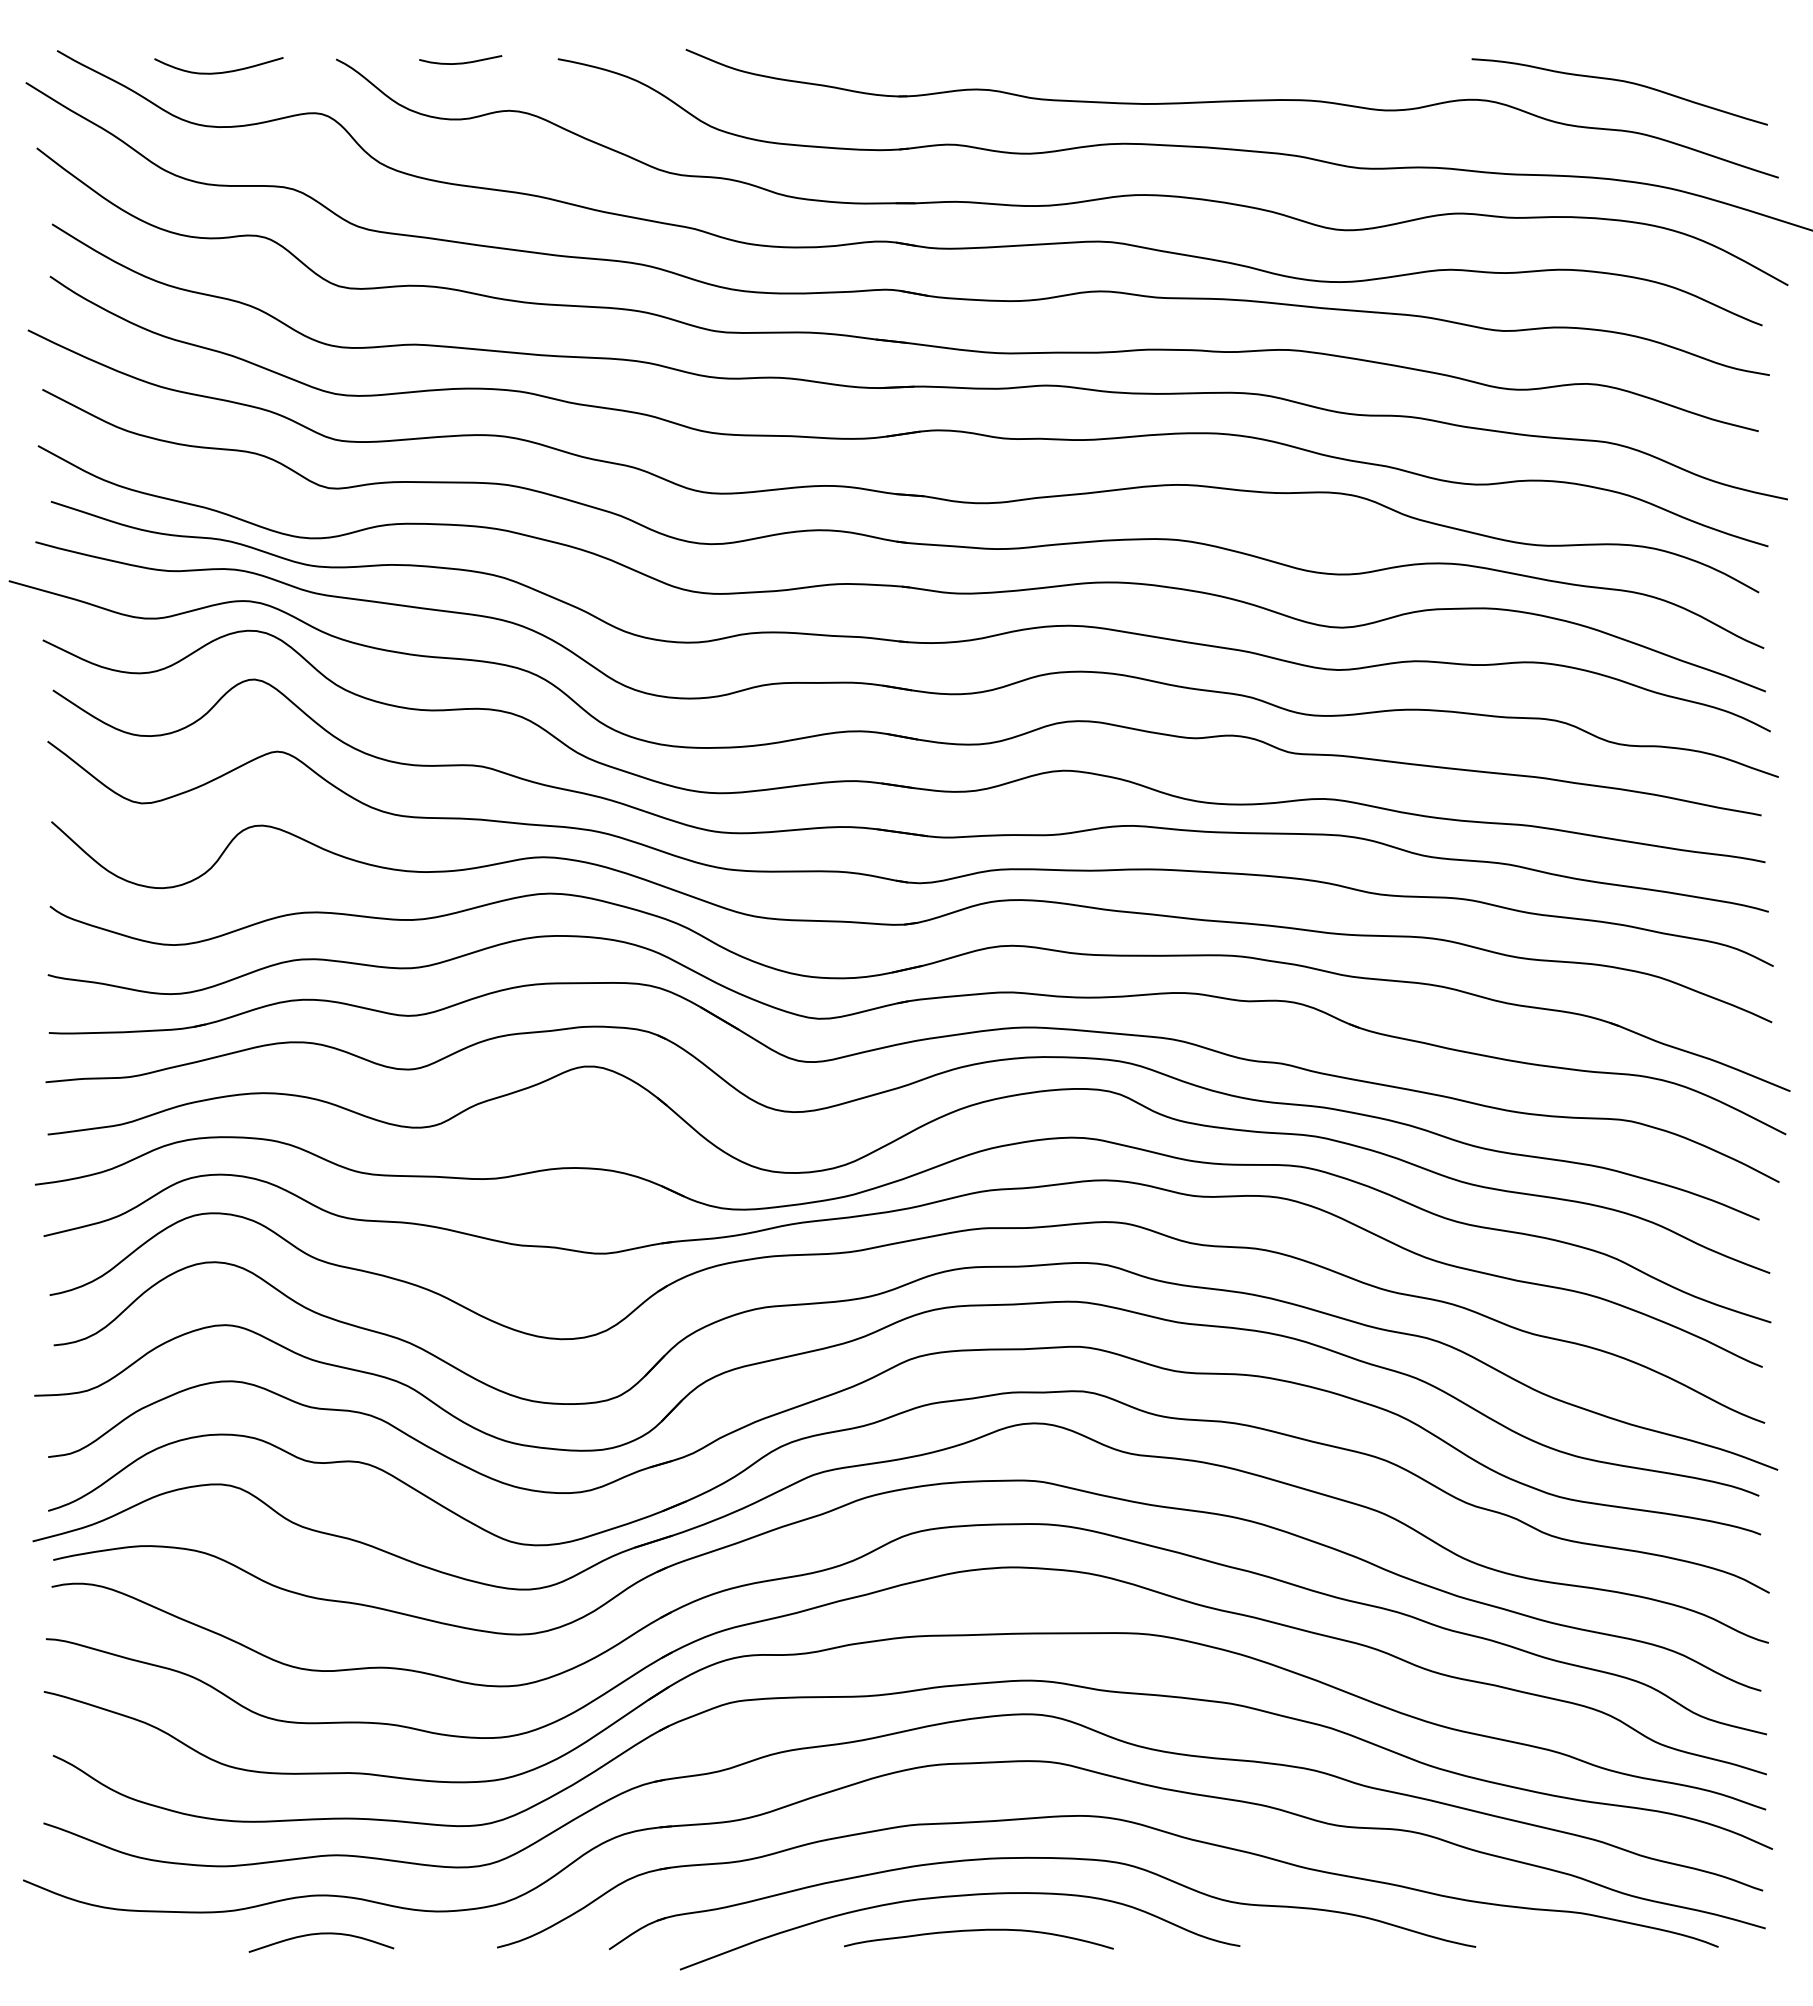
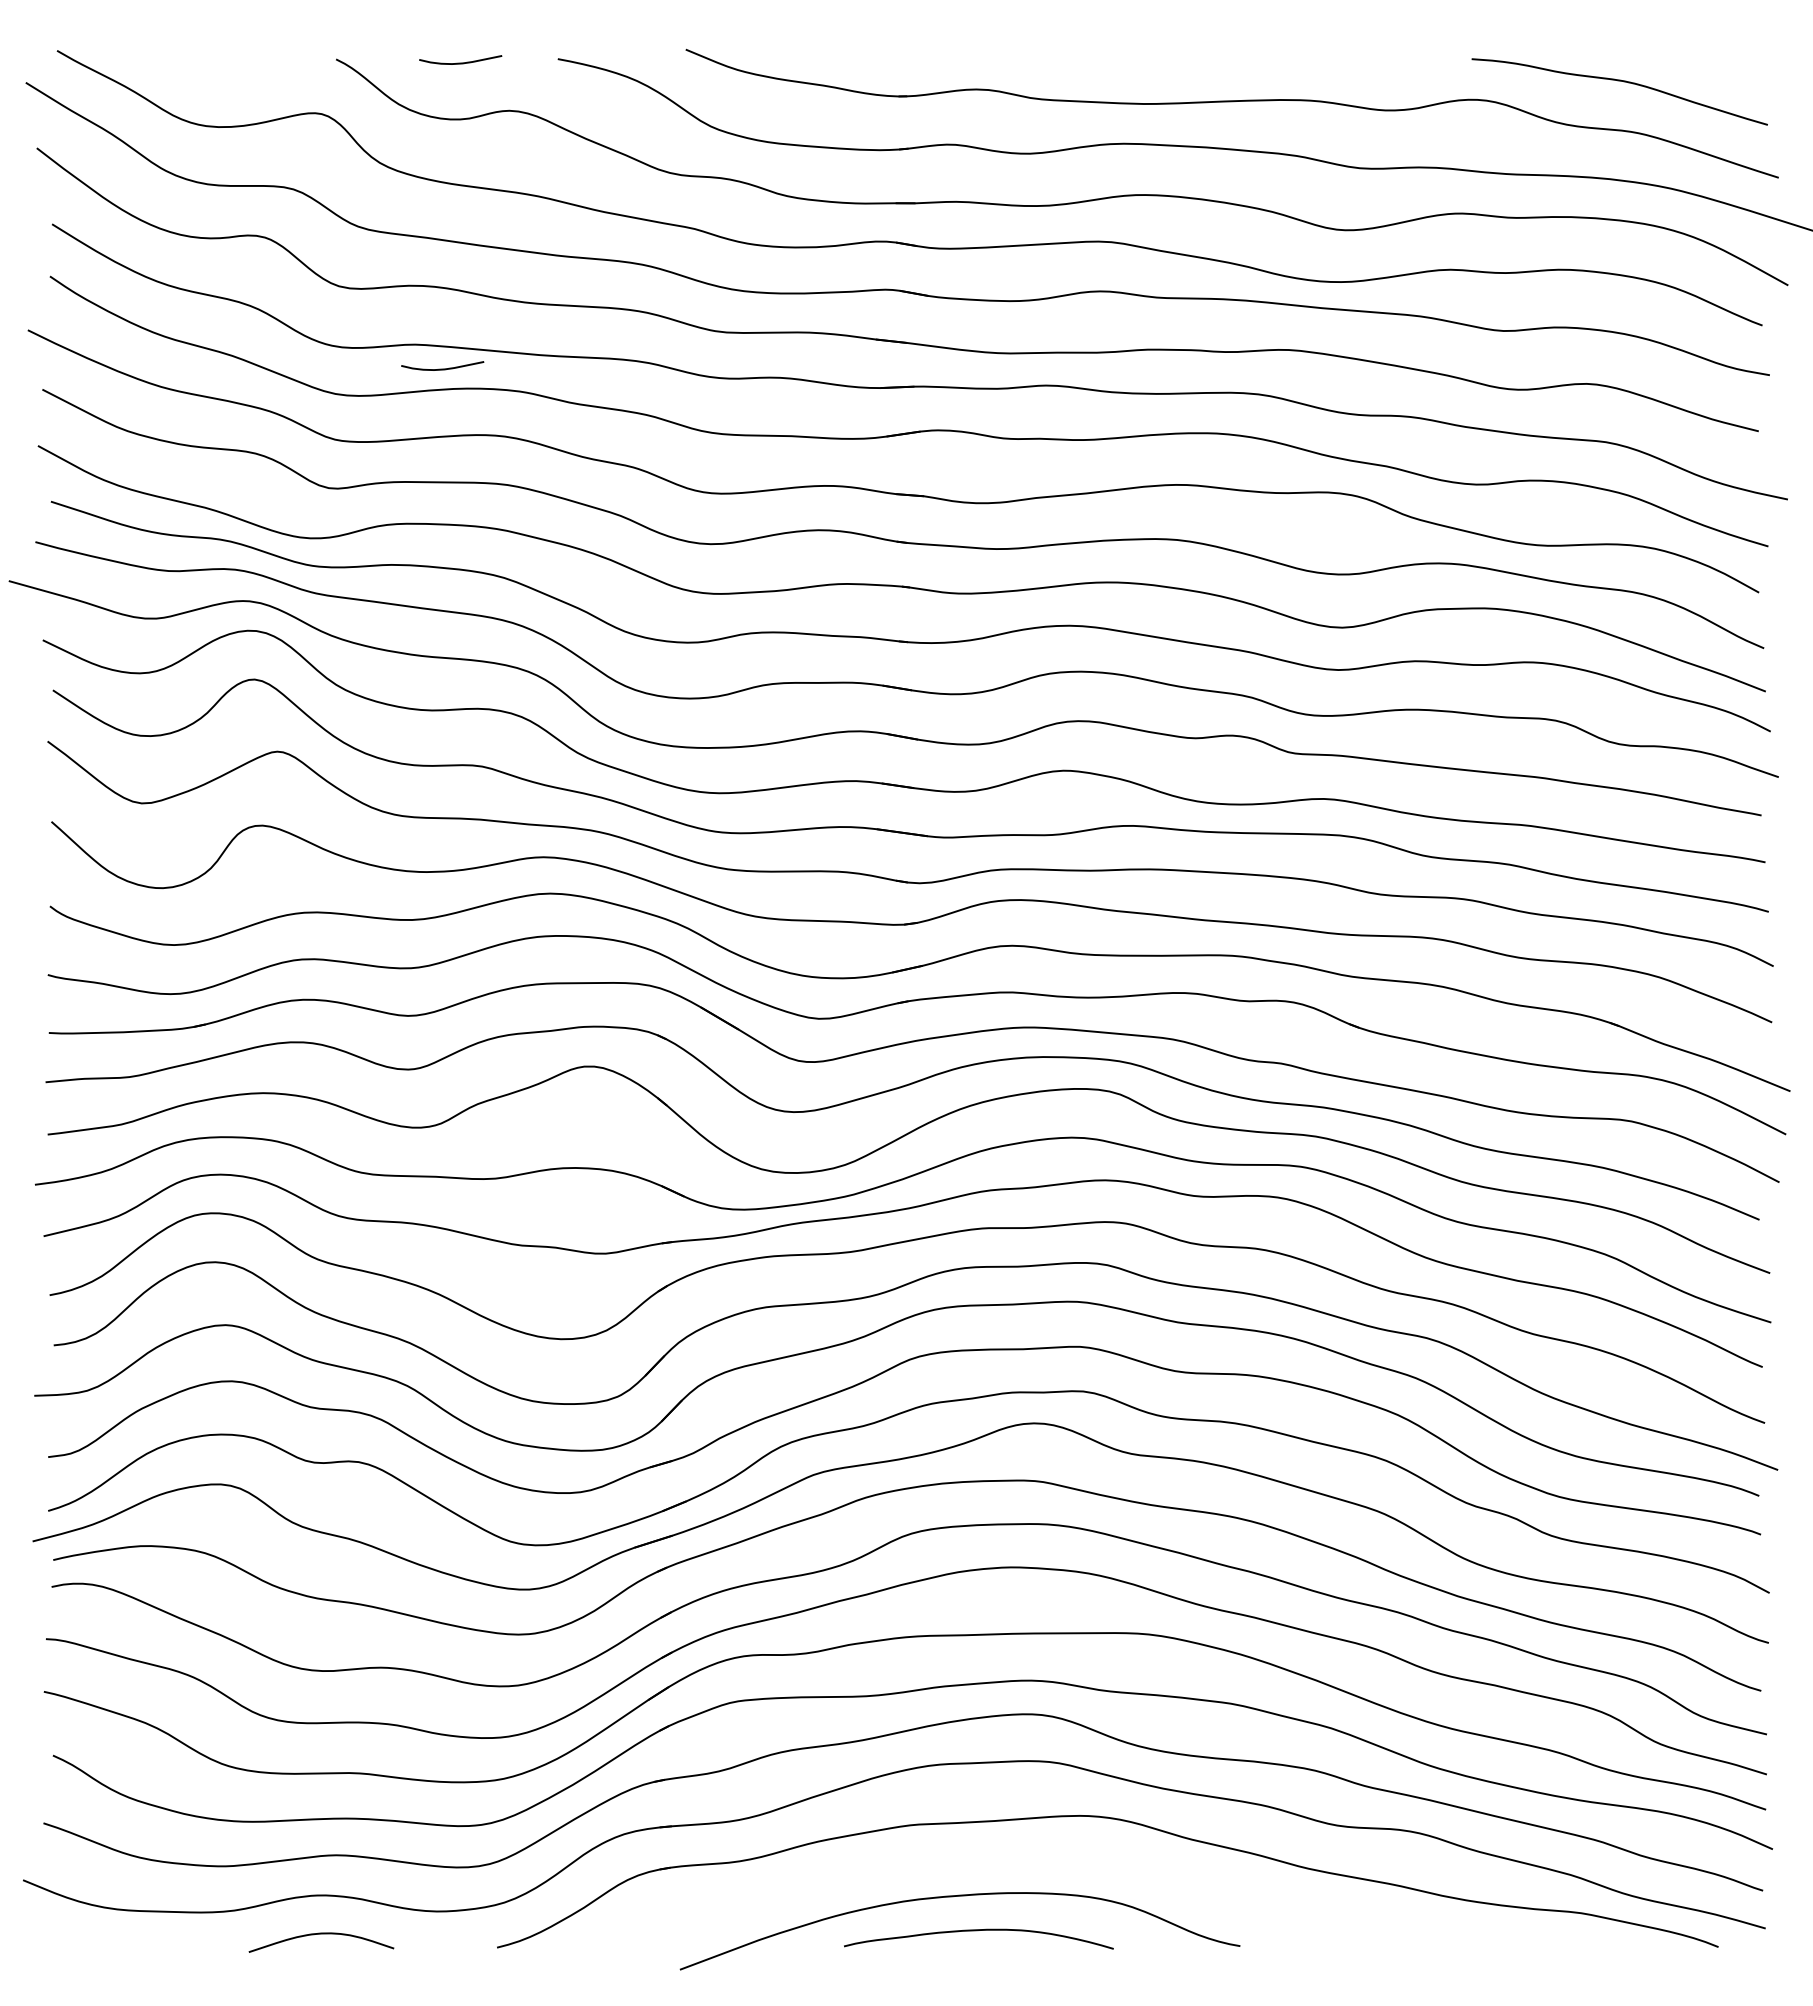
curve at (218, 72): present -> none
curve at (442, 368): none -> present
part at (1042, 1858): present -> none
